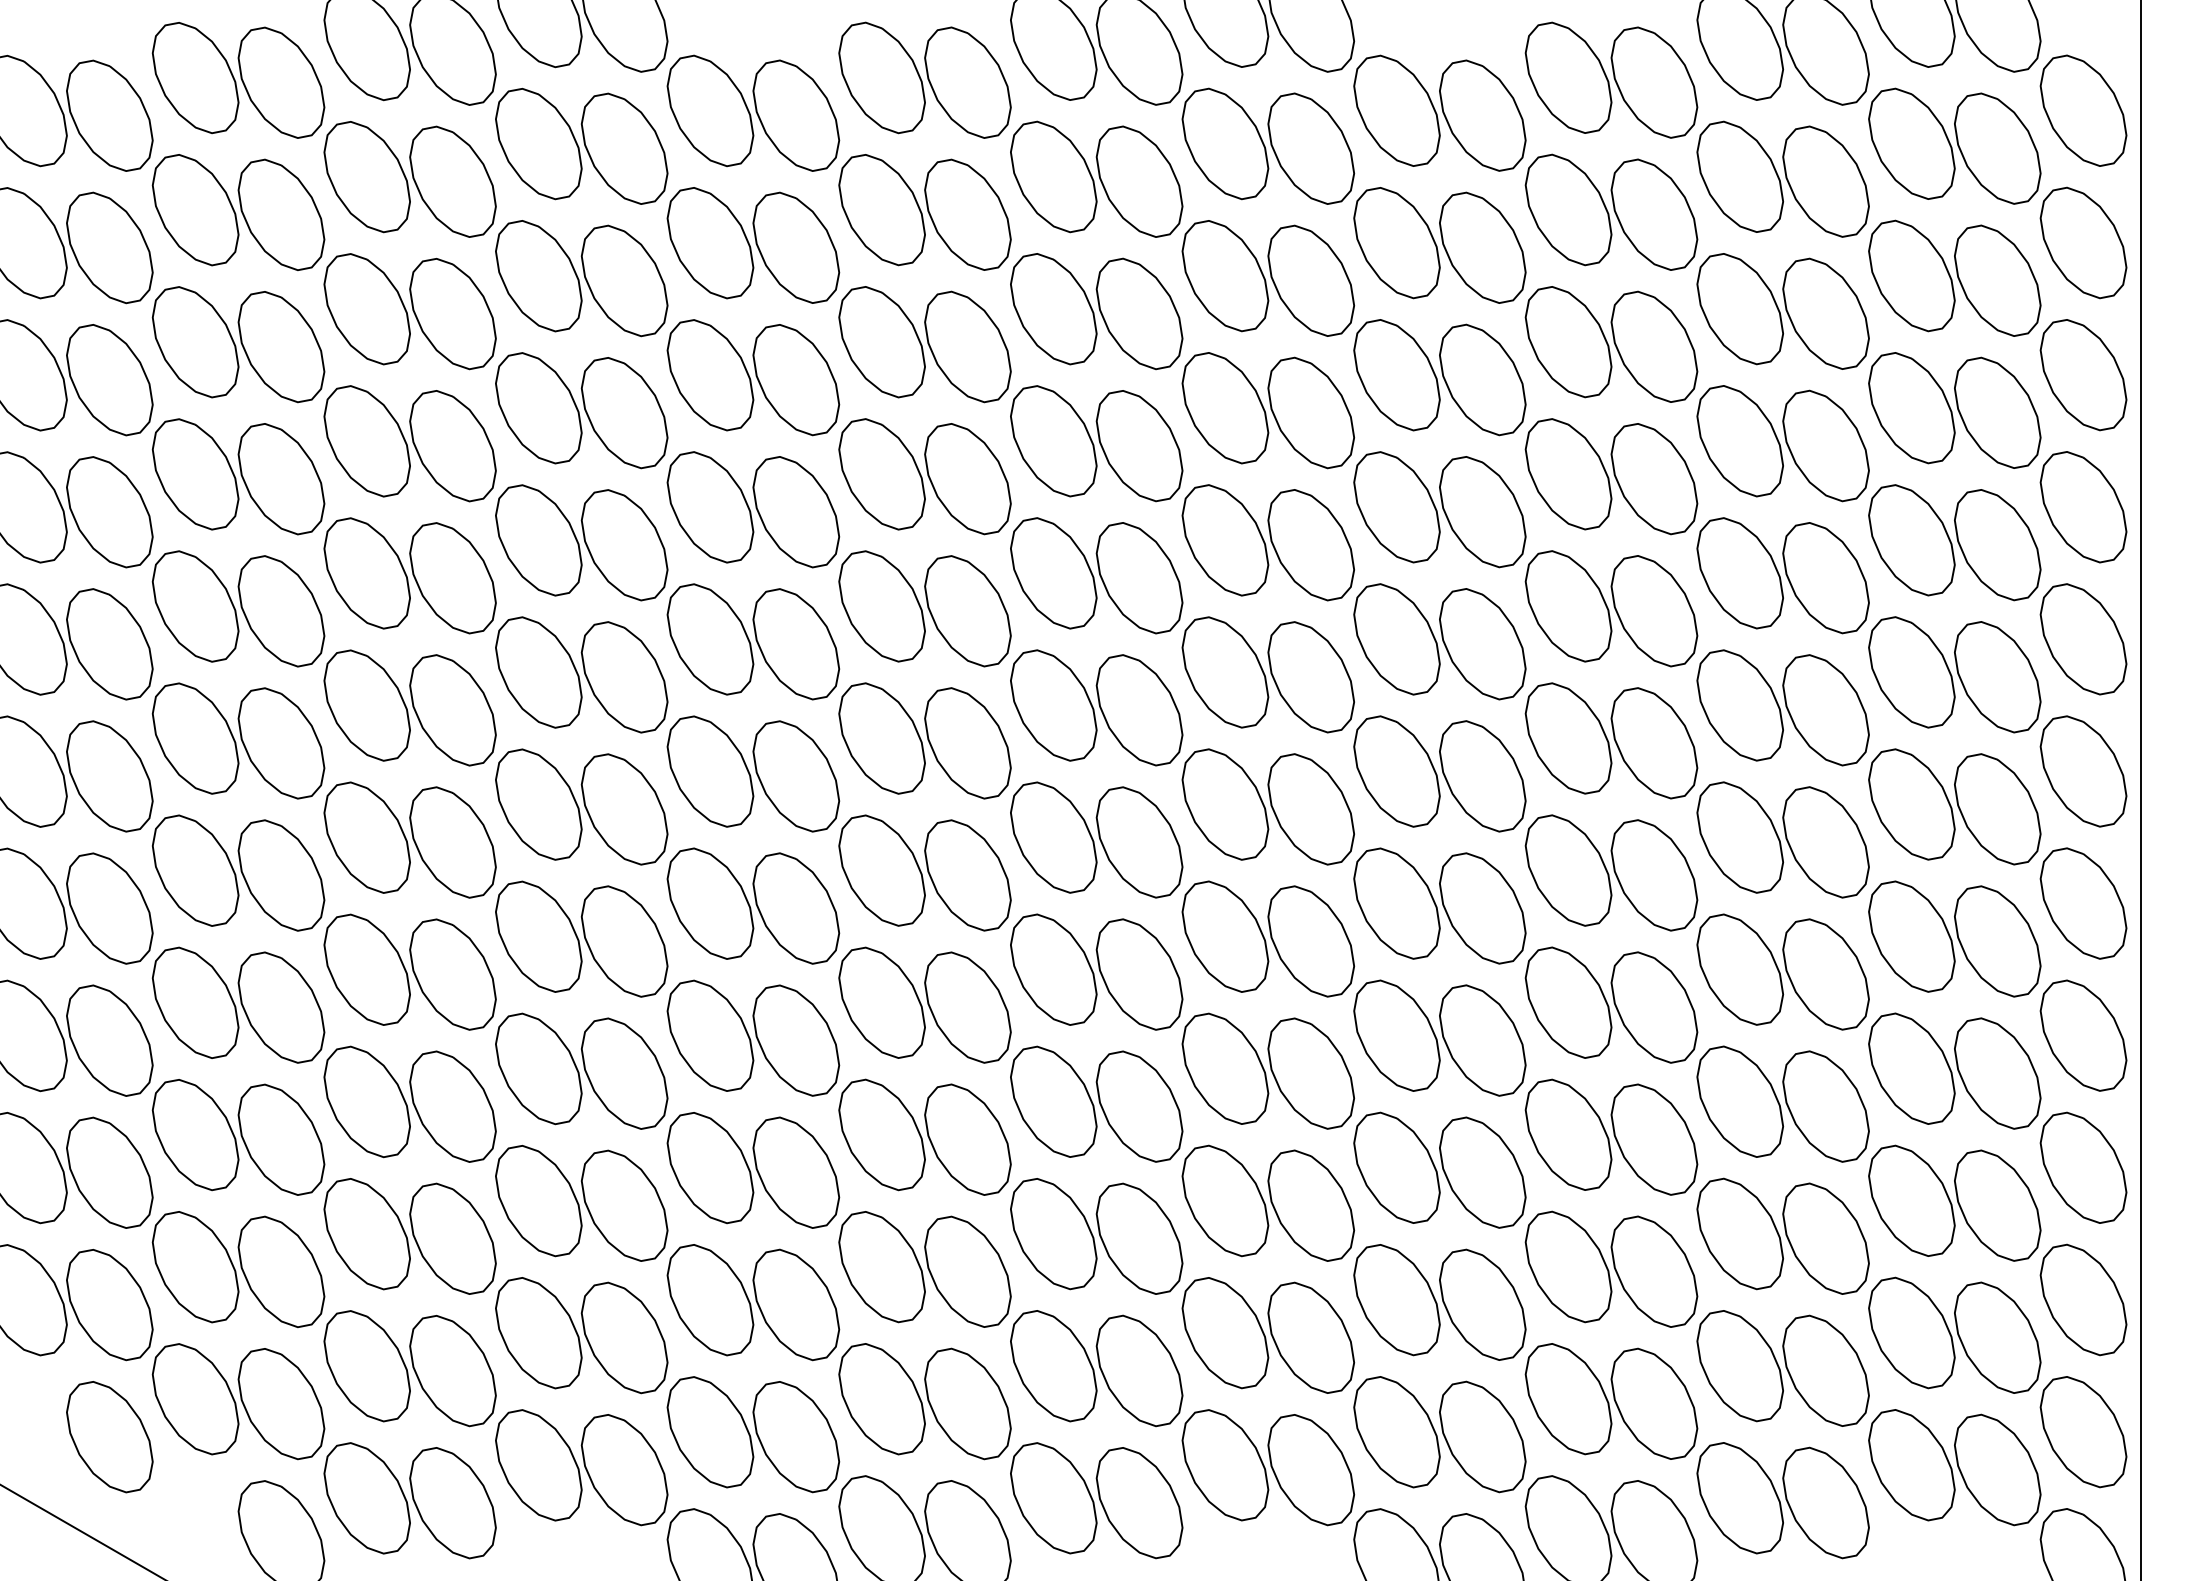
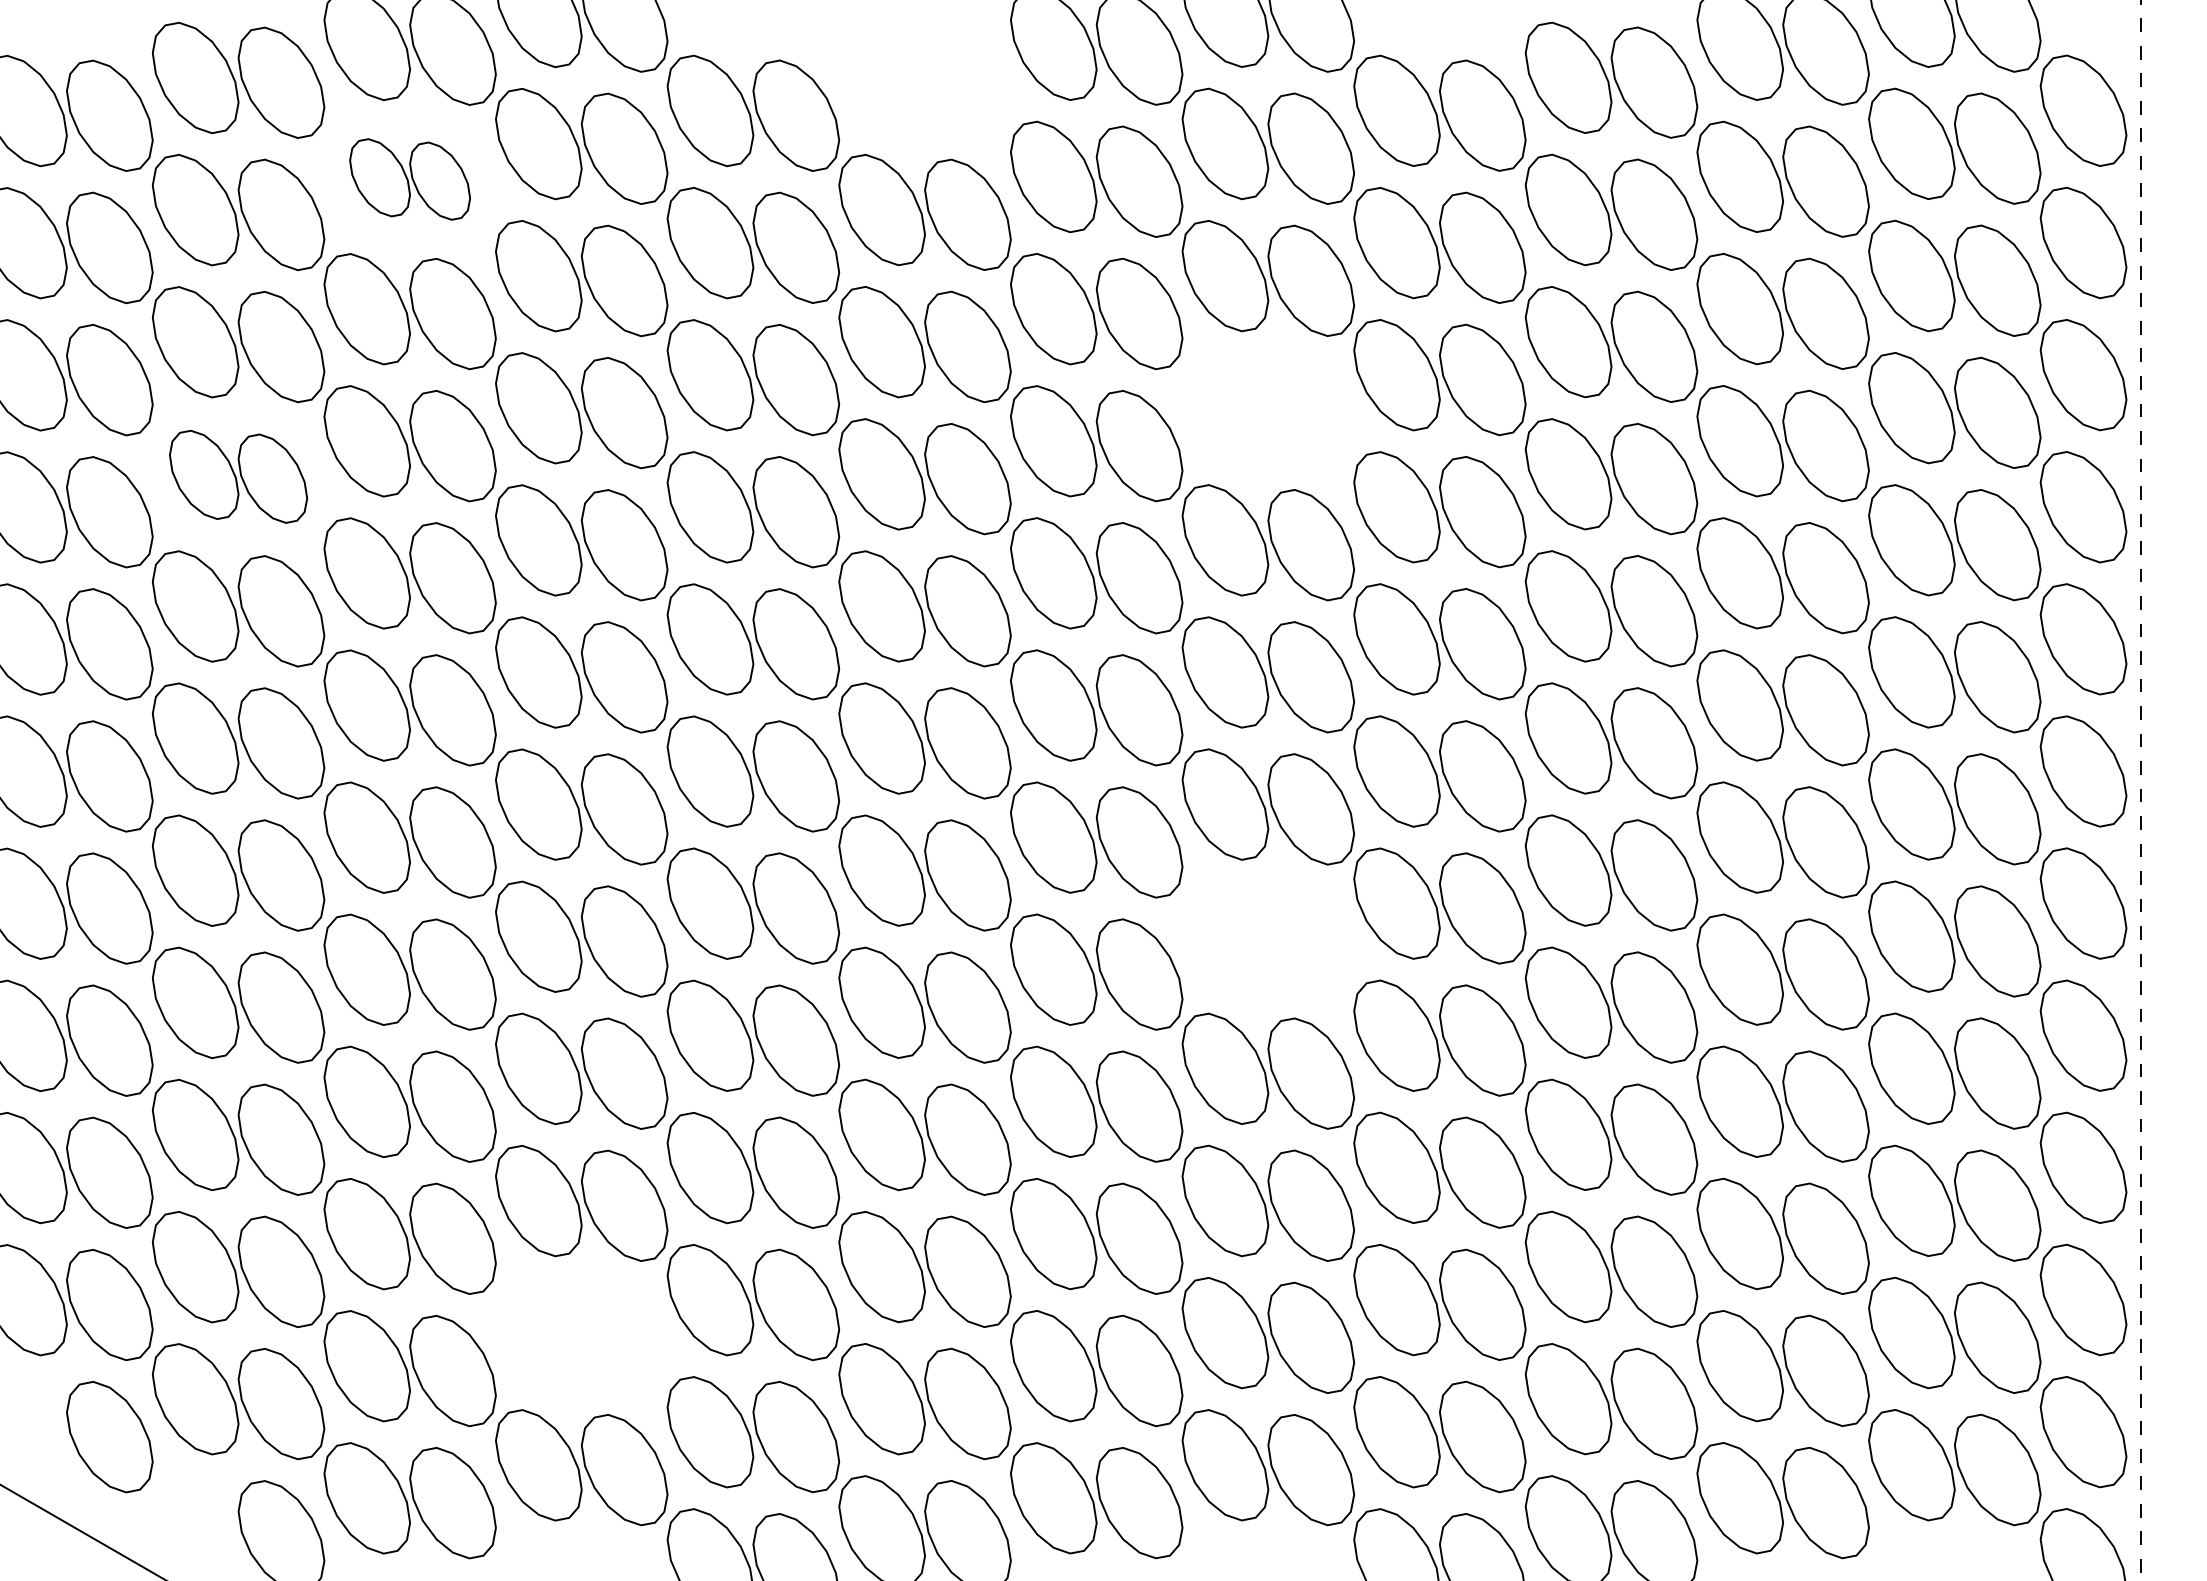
part at (924, 79): present -> none
part at (409, 179) size: 174x117 px -> 122x83 px
part at (1268, 410): present -> none
part at (238, 476) size: 175x118 px -> 140x95 px
line at (2140, 790): solid -> dashed
part at (1268, 938): present -> none
part at (581, 1335): present -> none
